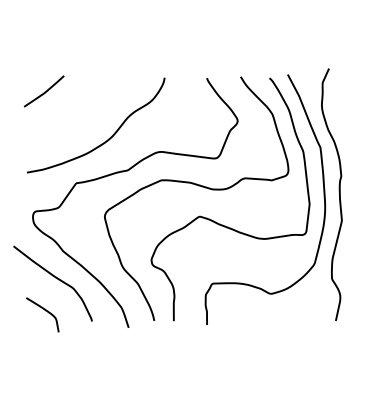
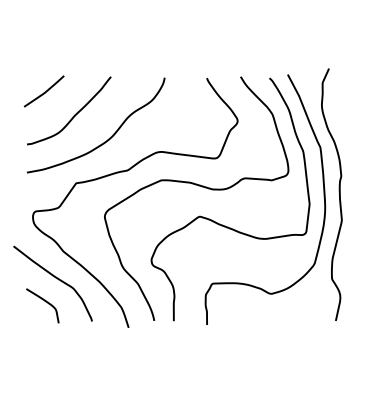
curve at (74, 114): none -> present
curve at (45, 311) position: (45, 311) -> (45, 302)
